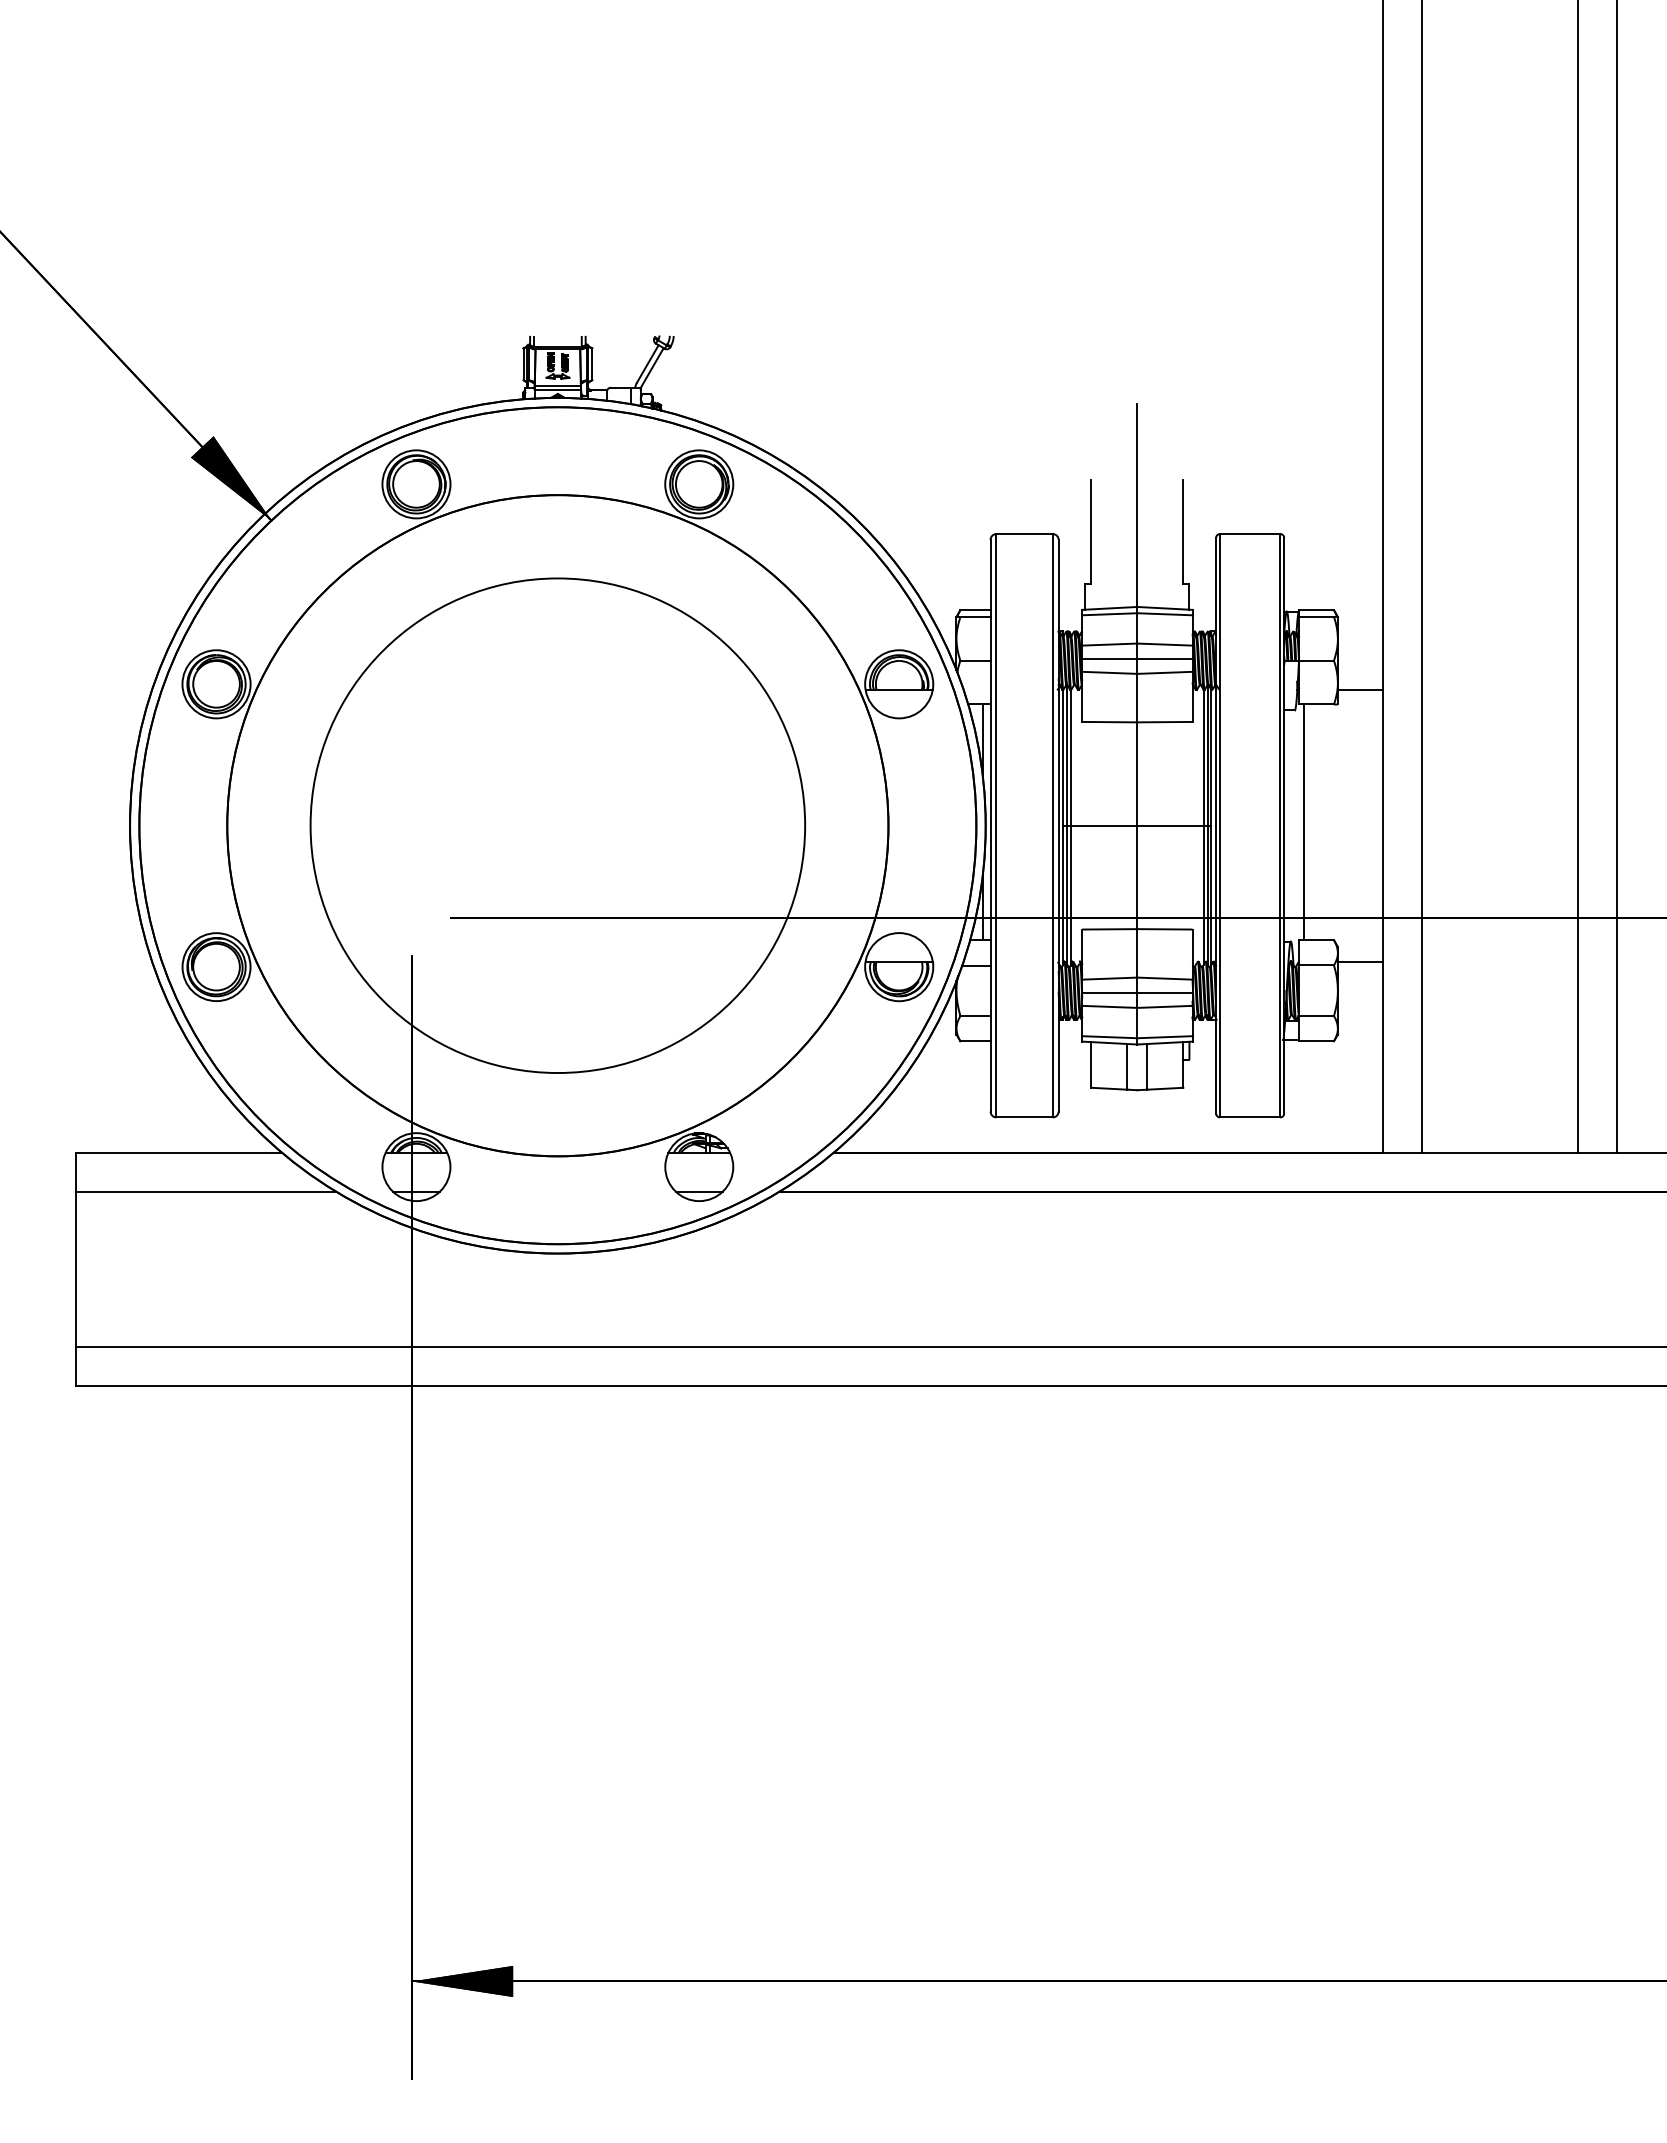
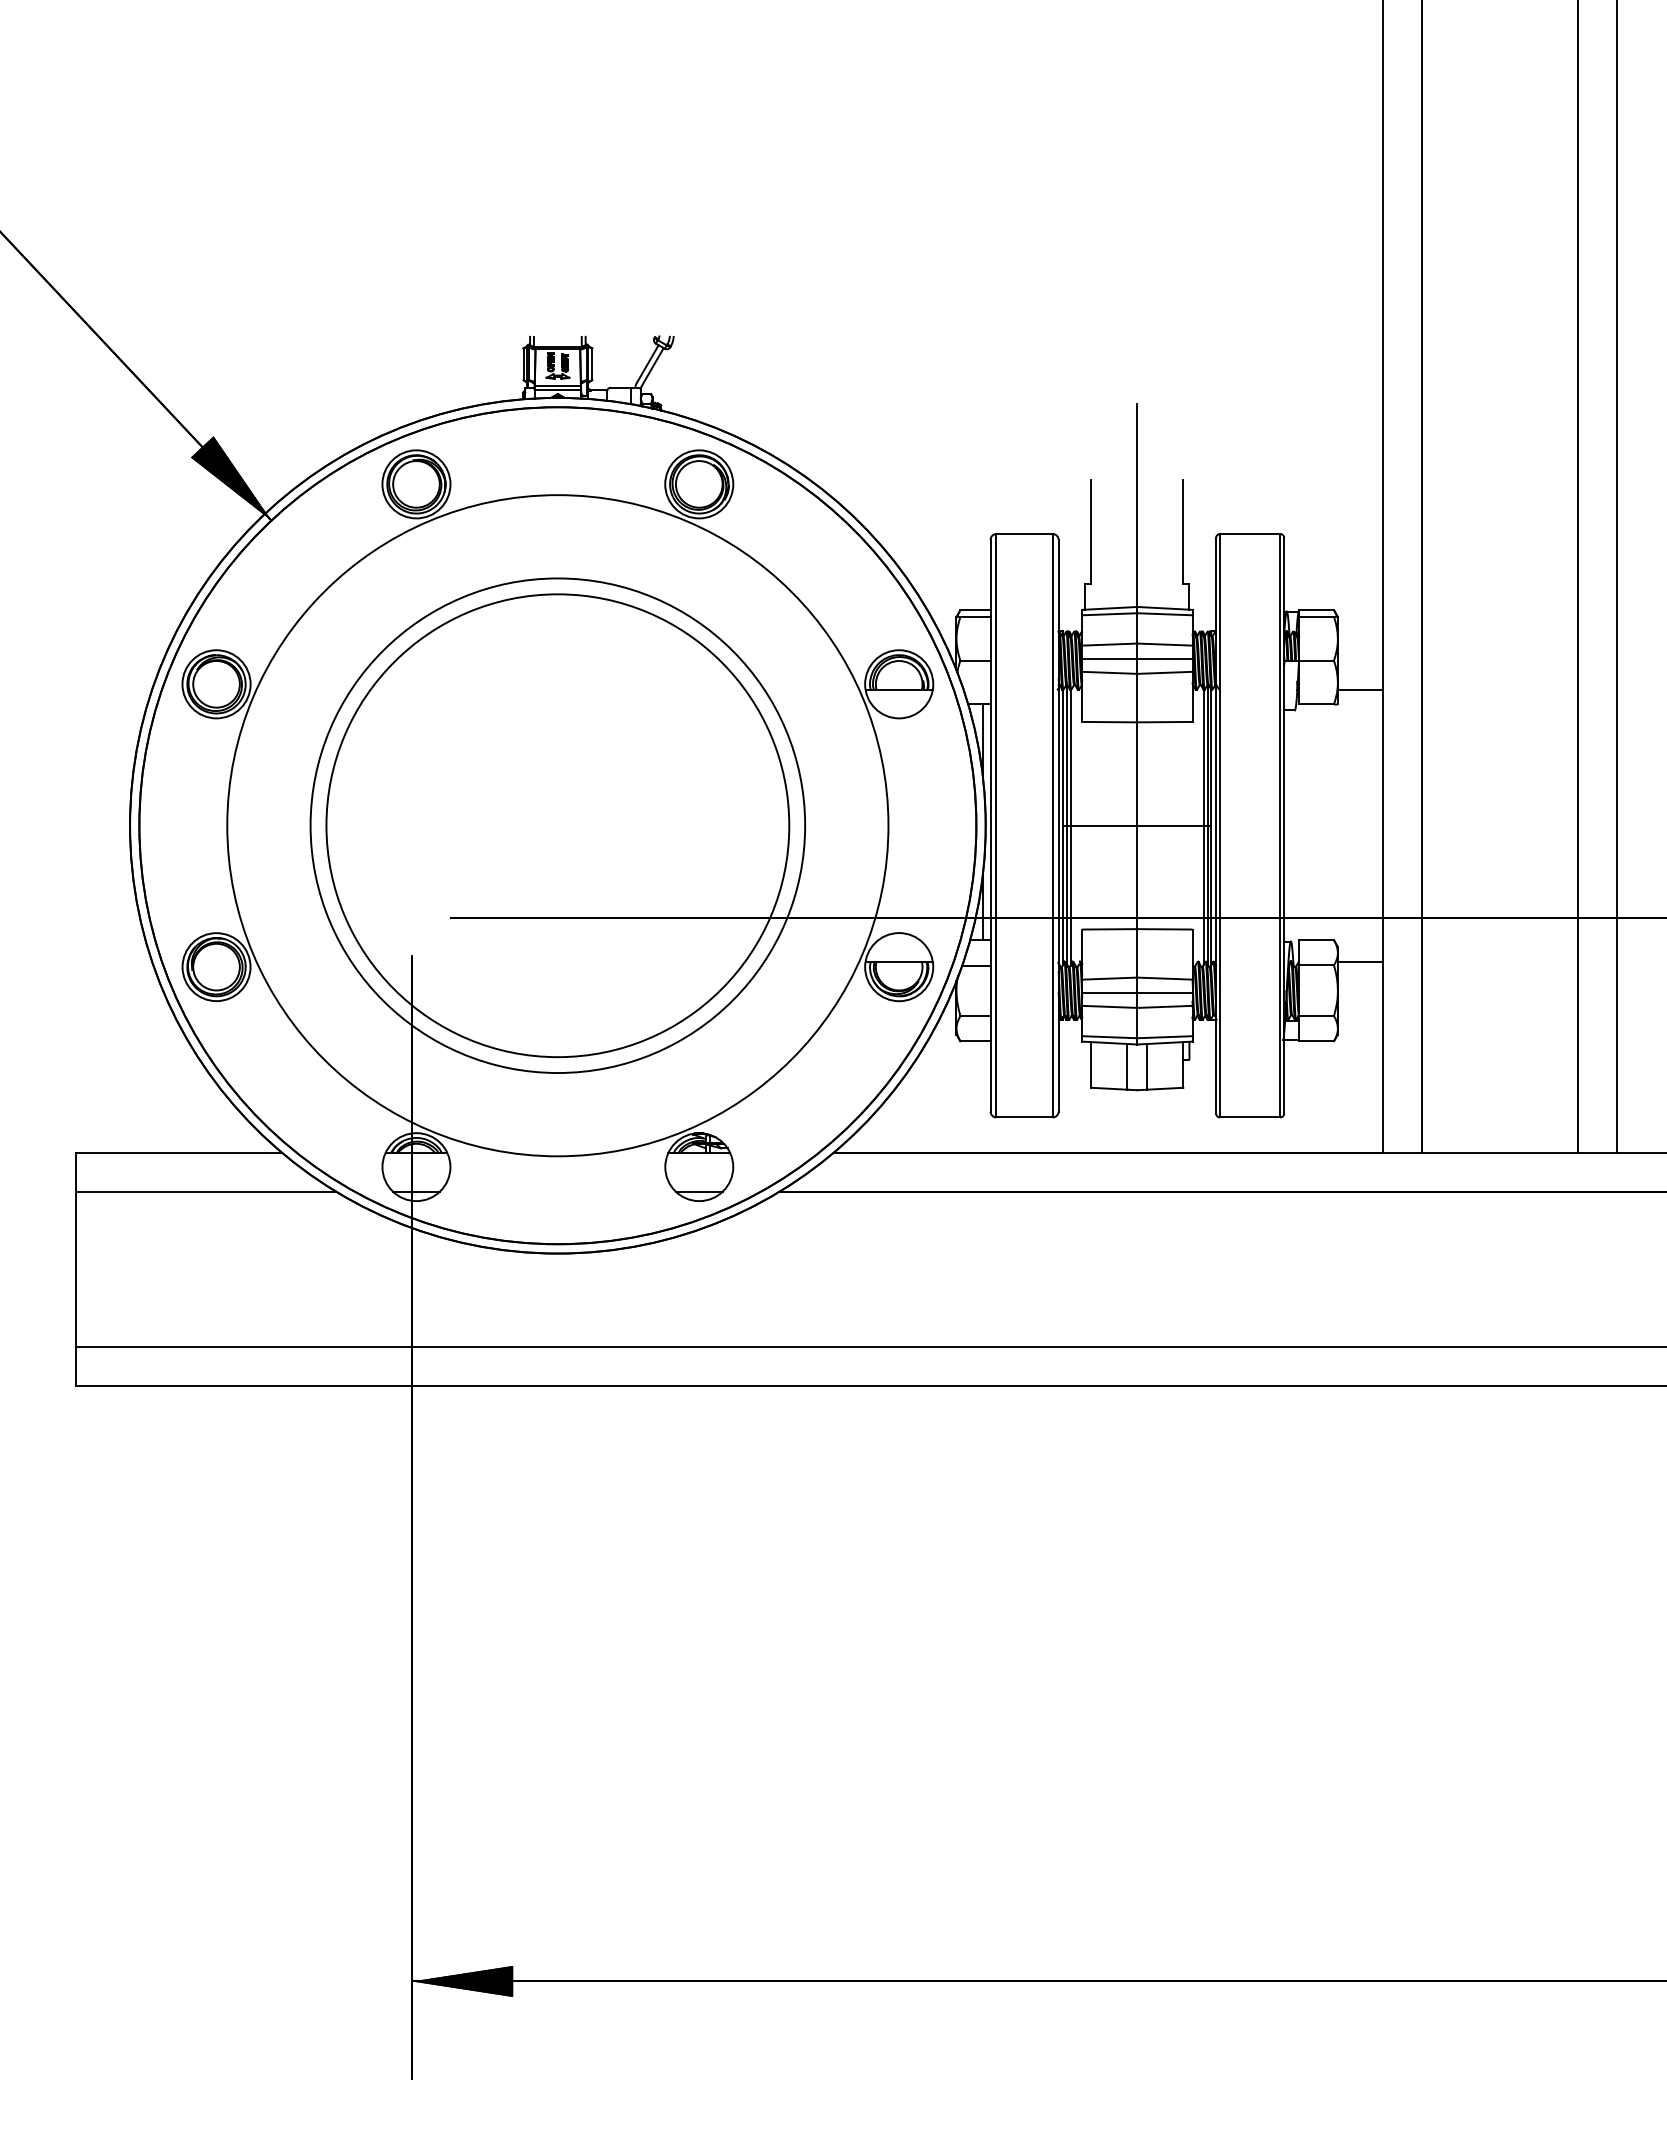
line at (1303, 822): present -> none
circle at (557, 825) diameter: 661 px -> 463 px
